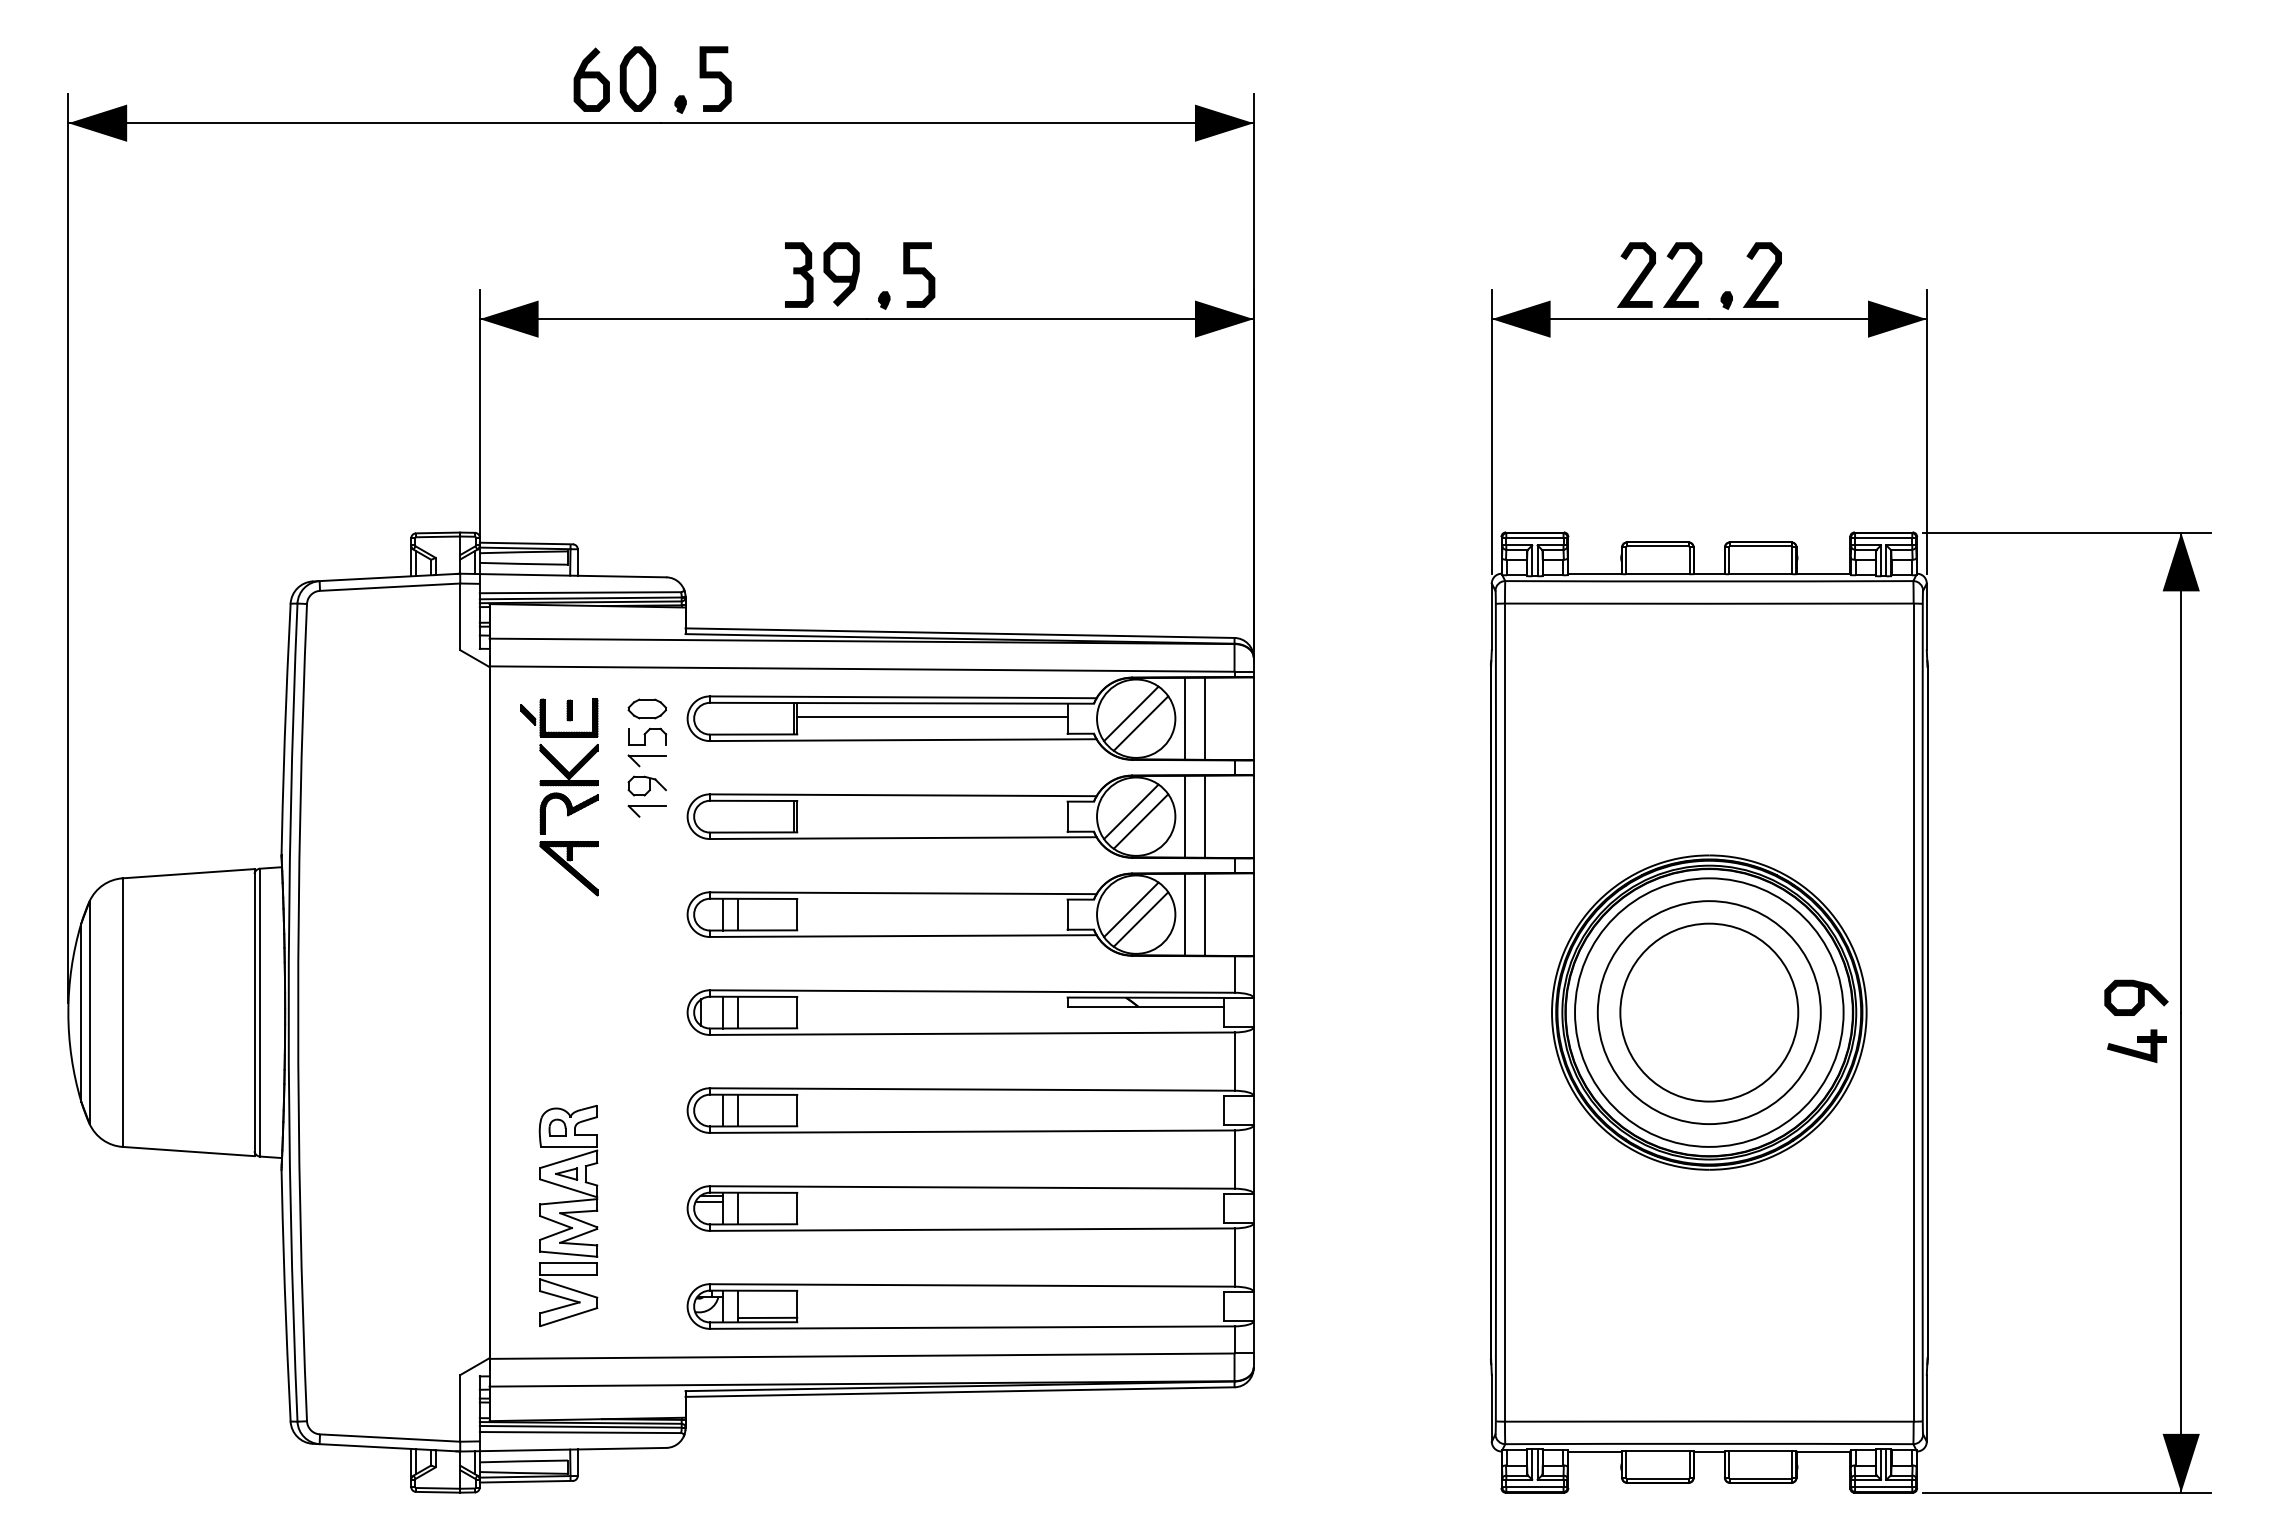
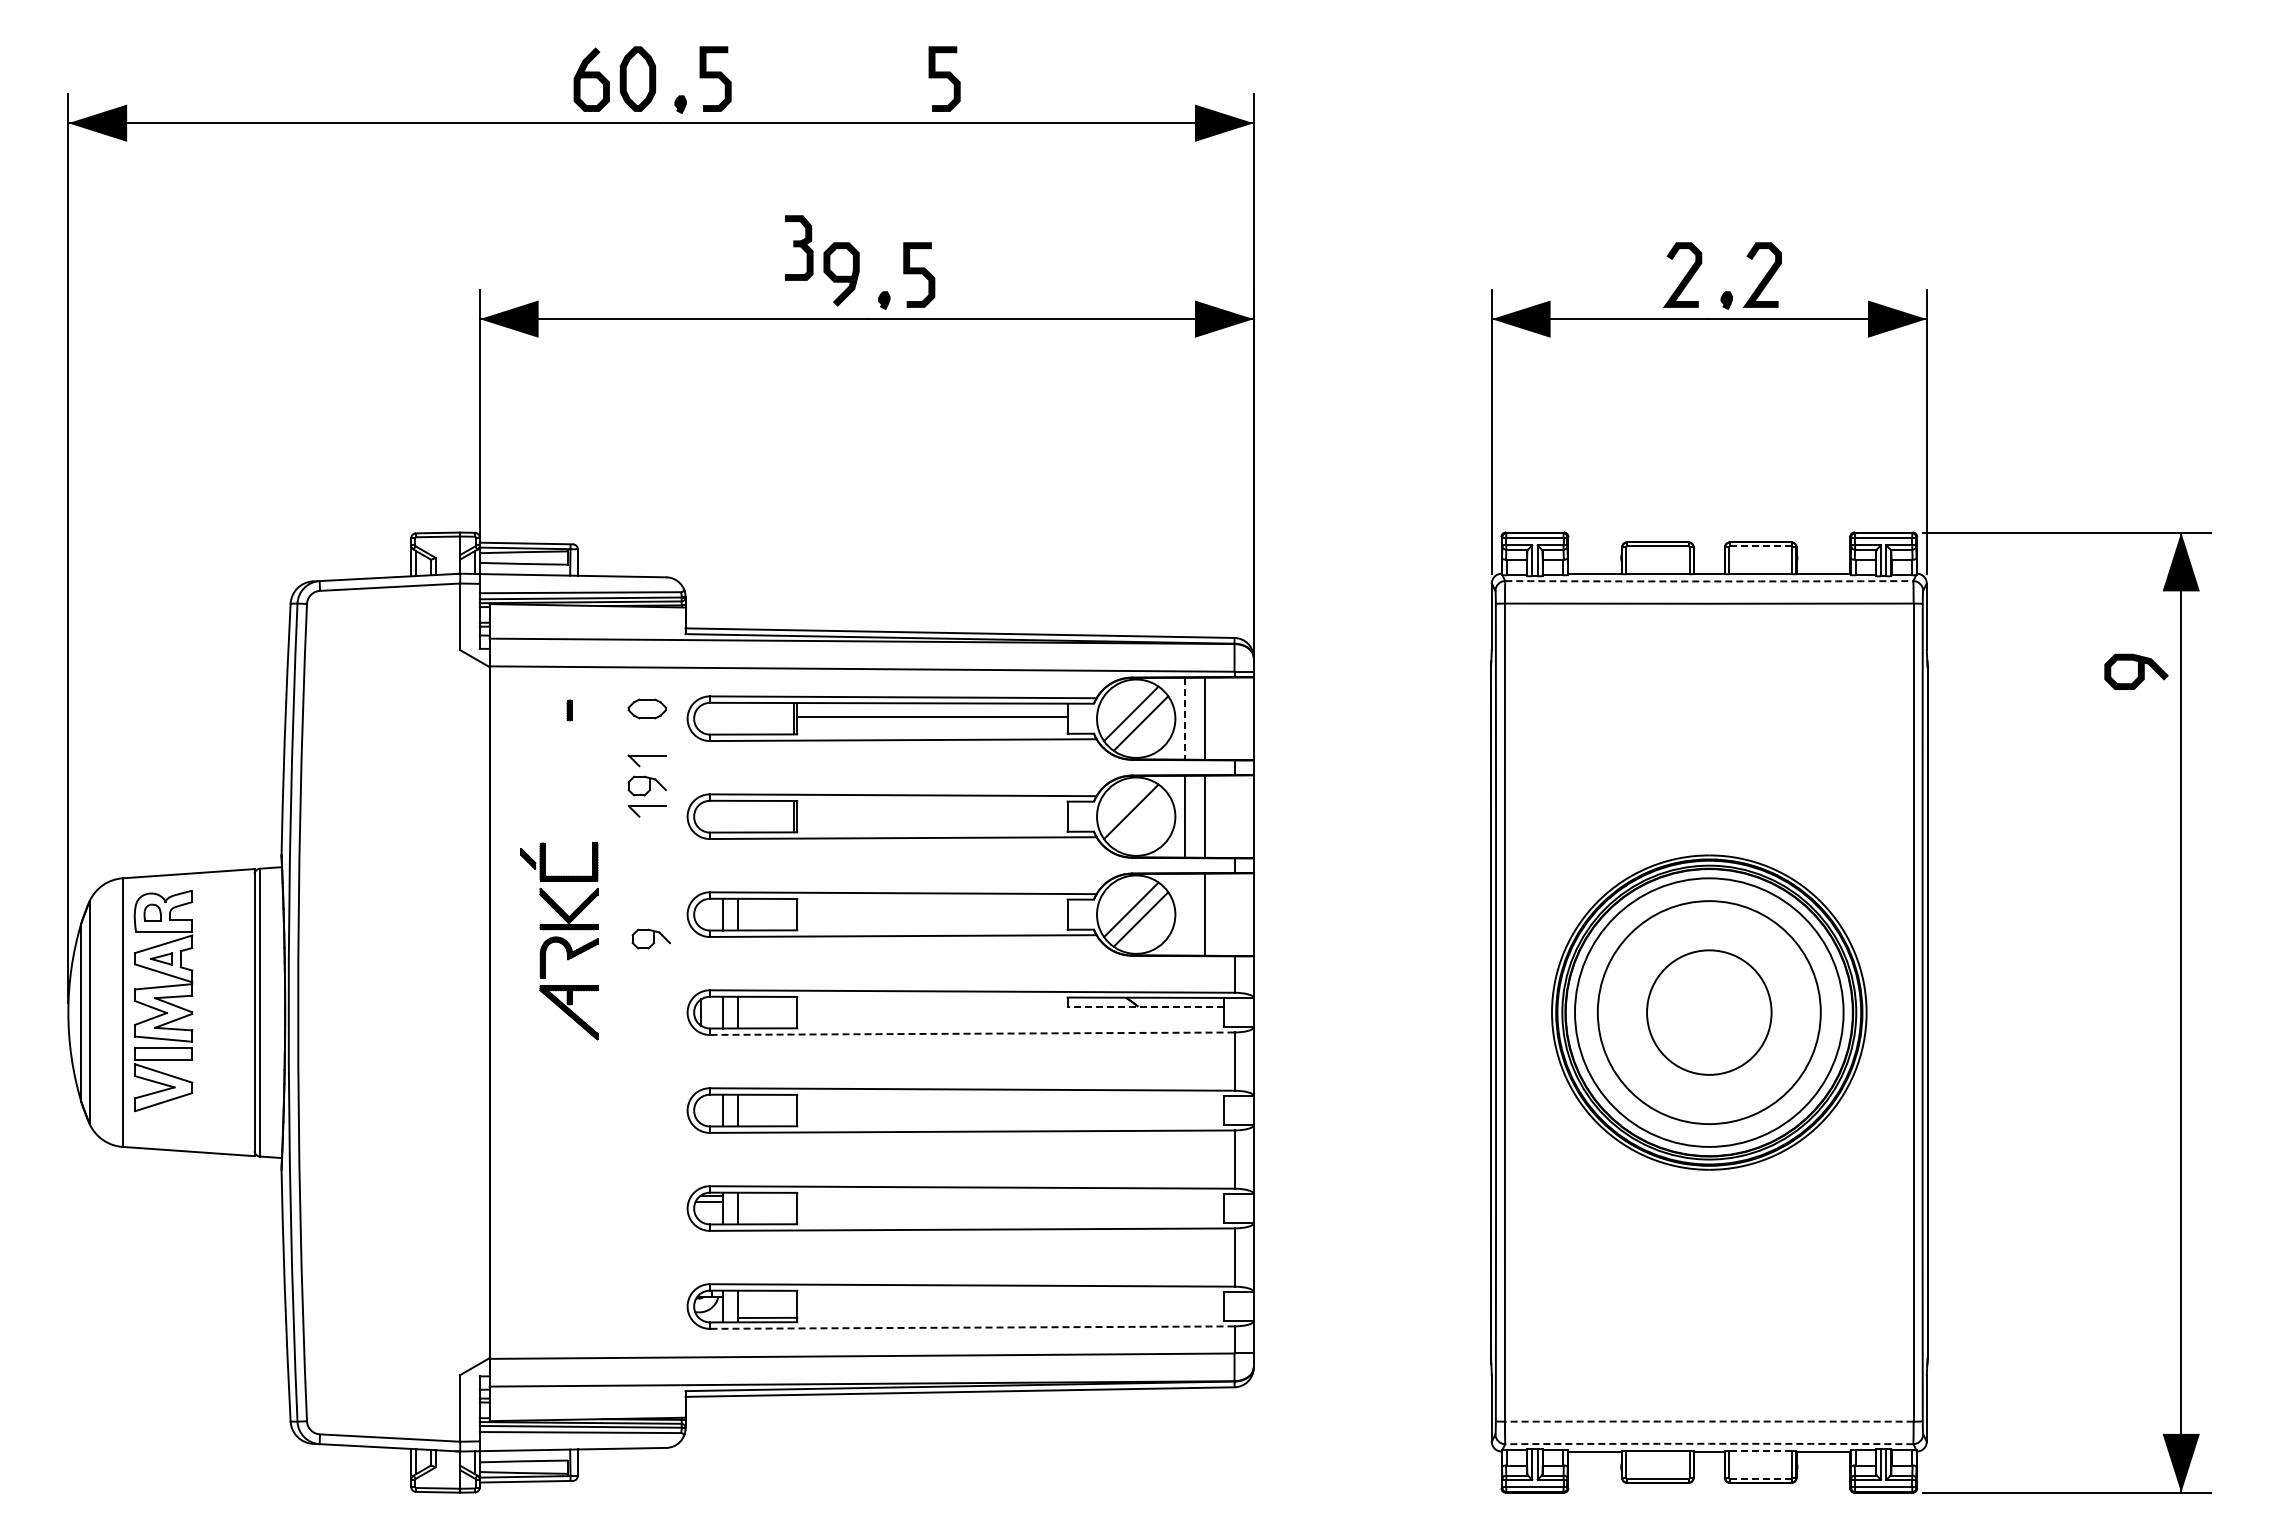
curve at (944, 78): none -> present
part at (799, 274) position: (799, 274) -> (799, 247)
curve at (1638, 276): present -> none
line at (1760, 546): solid -> dashed
arc at (1709, 581): solid -> dashed
line at (1185, 719): solid -> dashed
part at (647, 736): present -> none
part at (559, 797) position: (559, 797) -> (559, 941)
line at (1140, 821): present -> none
line at (1185, 914): present -> none
part at (650, 938): none -> present
curve at (2138, 997) position: (2138, 997) -> (2138, 671)
line at (1145, 1006): solid -> dashed
circle at (1709, 1012) diameter: 178 px -> 125 px
line at (971, 1033): solid -> dashed
part at (2136, 1045): present -> none
part at (568, 1215) position: (568, 1215) -> (163, 1000)
line at (971, 1327): solid -> dashed
arc at (1709, 1421): solid -> dashed
arc at (1709, 1443): solid -> dashed
line at (1760, 1451): solid -> dashed
line at (1760, 1478): solid -> dashed
